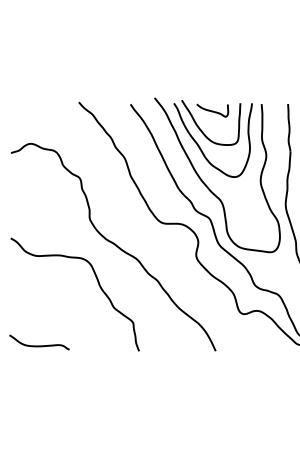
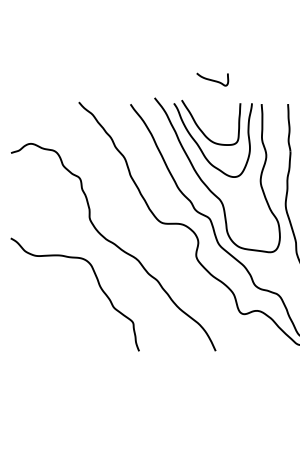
curve at (212, 110) position: (212, 110) -> (212, 79)
curve at (39, 345): present -> none
